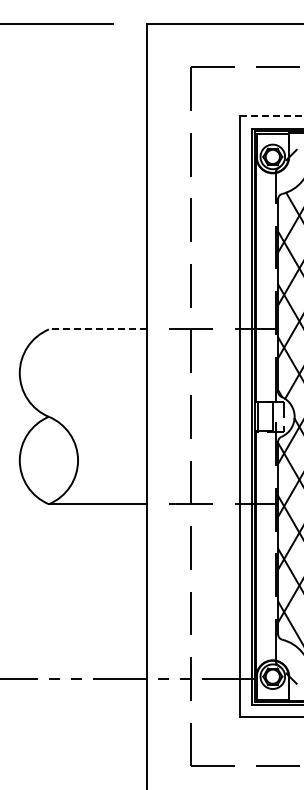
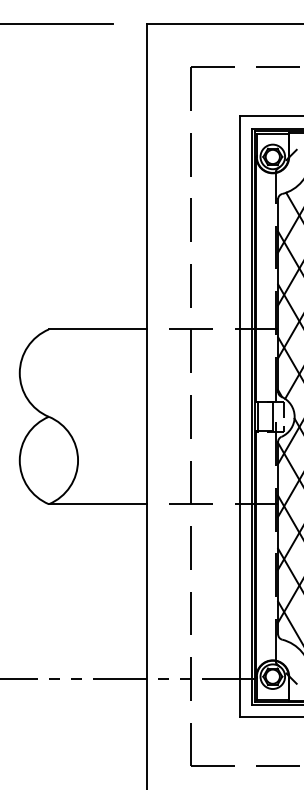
line at (272, 116): dashed -> solid
line at (97, 329): dashed -> solid
